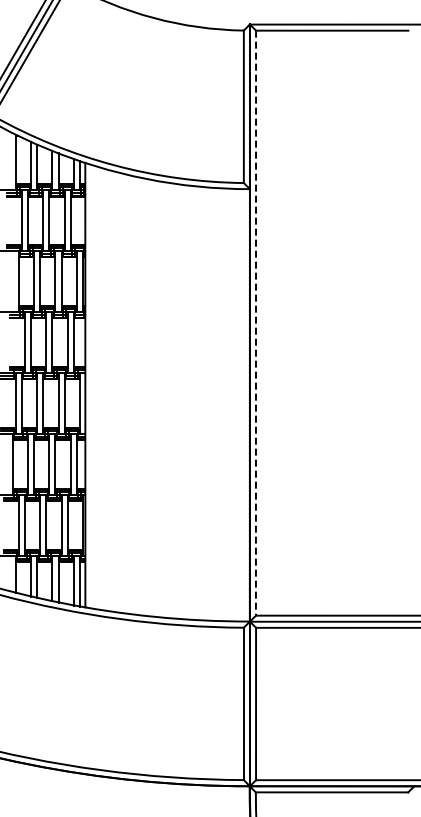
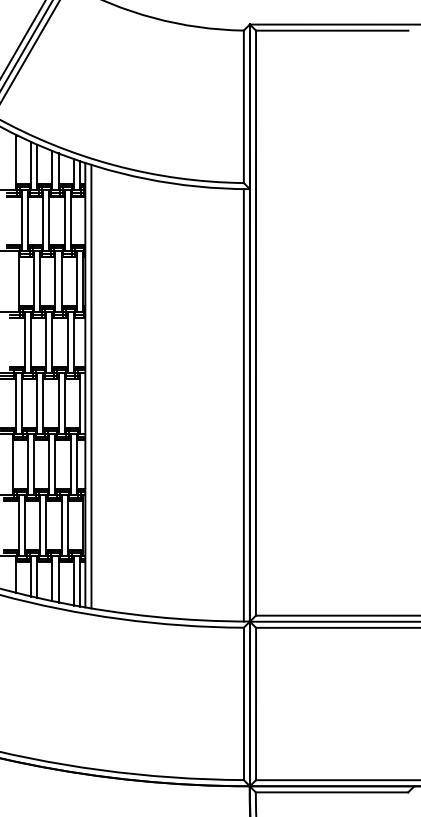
line at (255, 323): dashed -> solid
line at (91, 386): none -> present
line at (243, 405): none -> present
